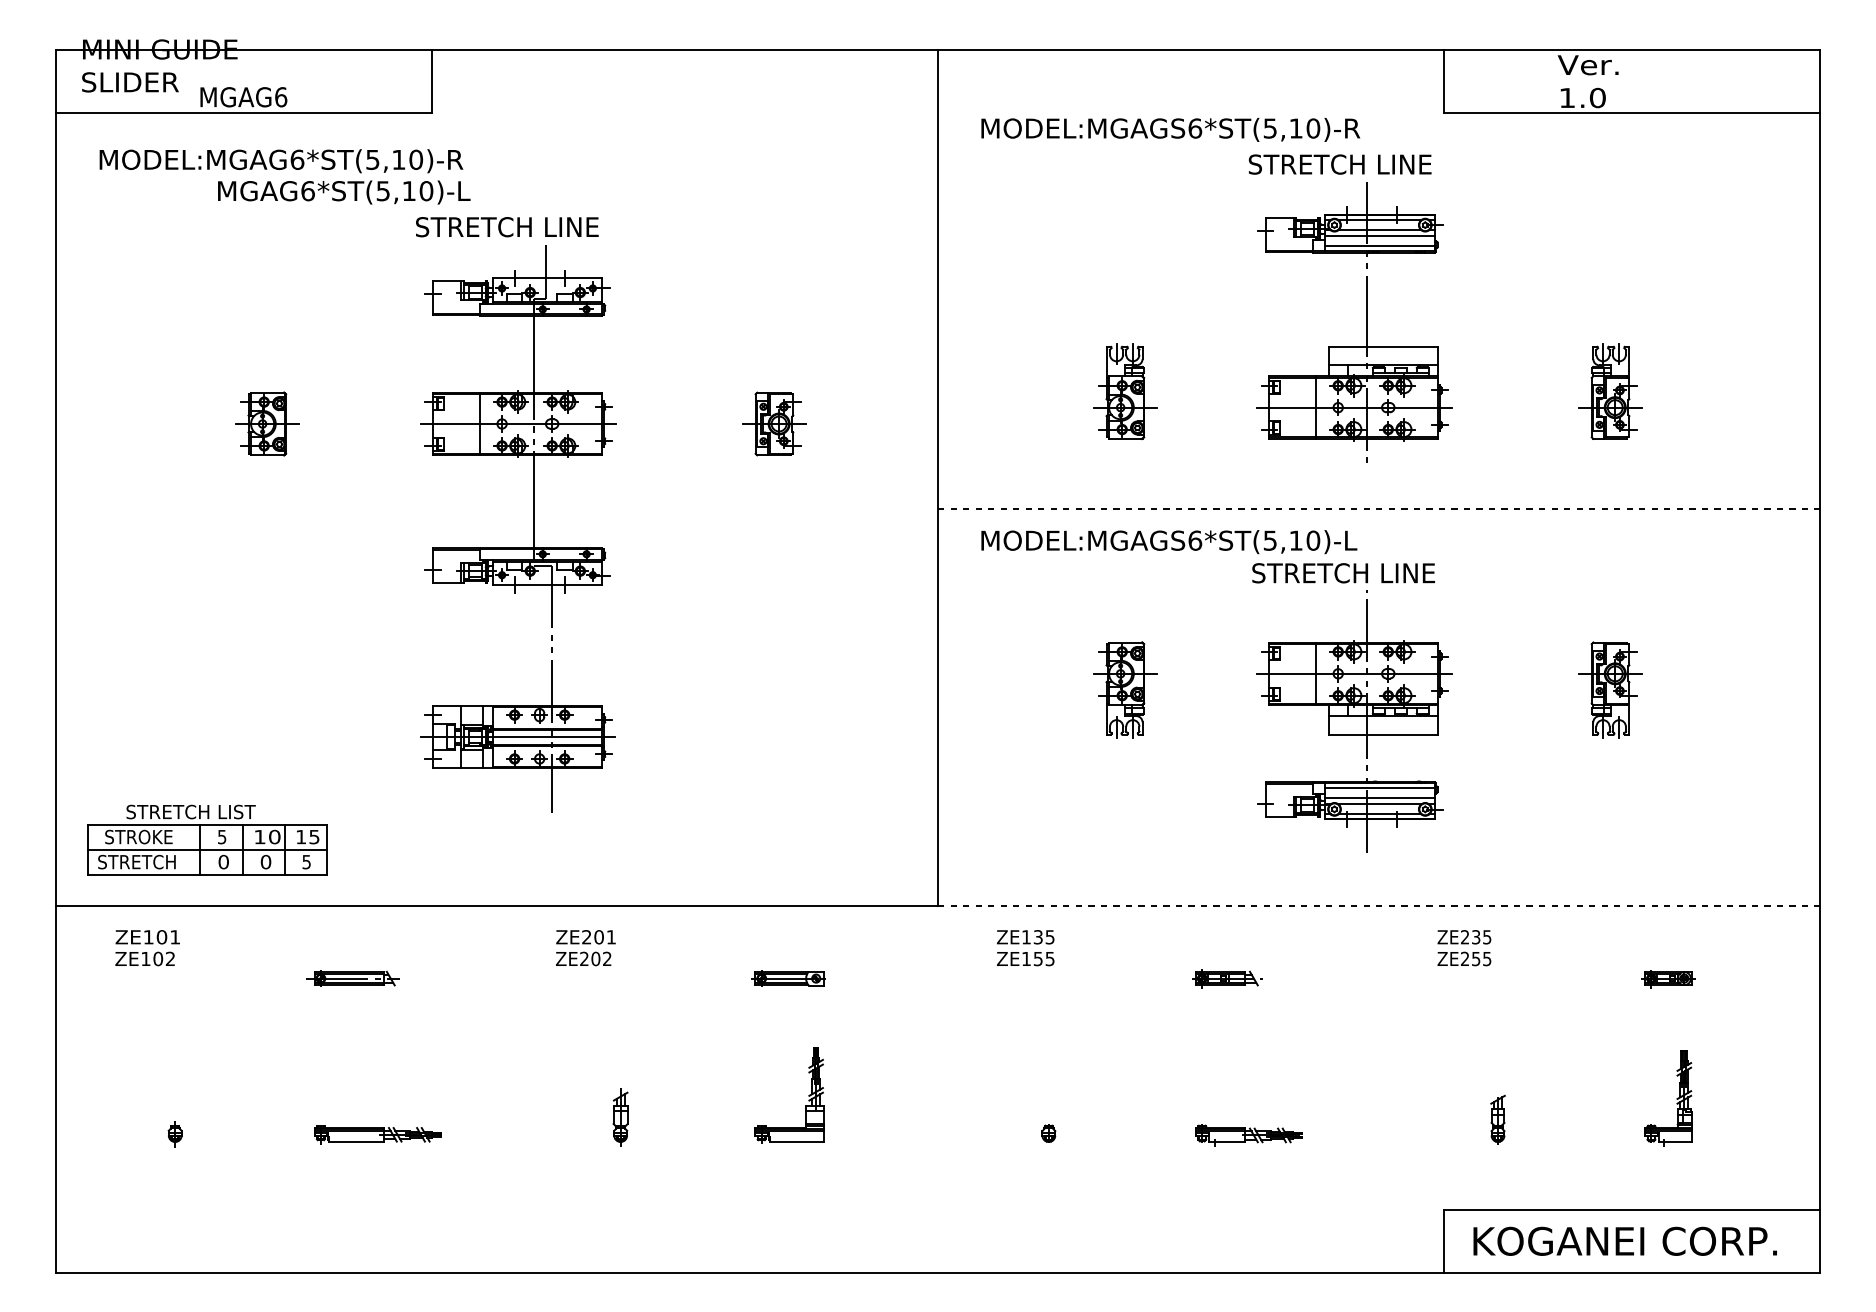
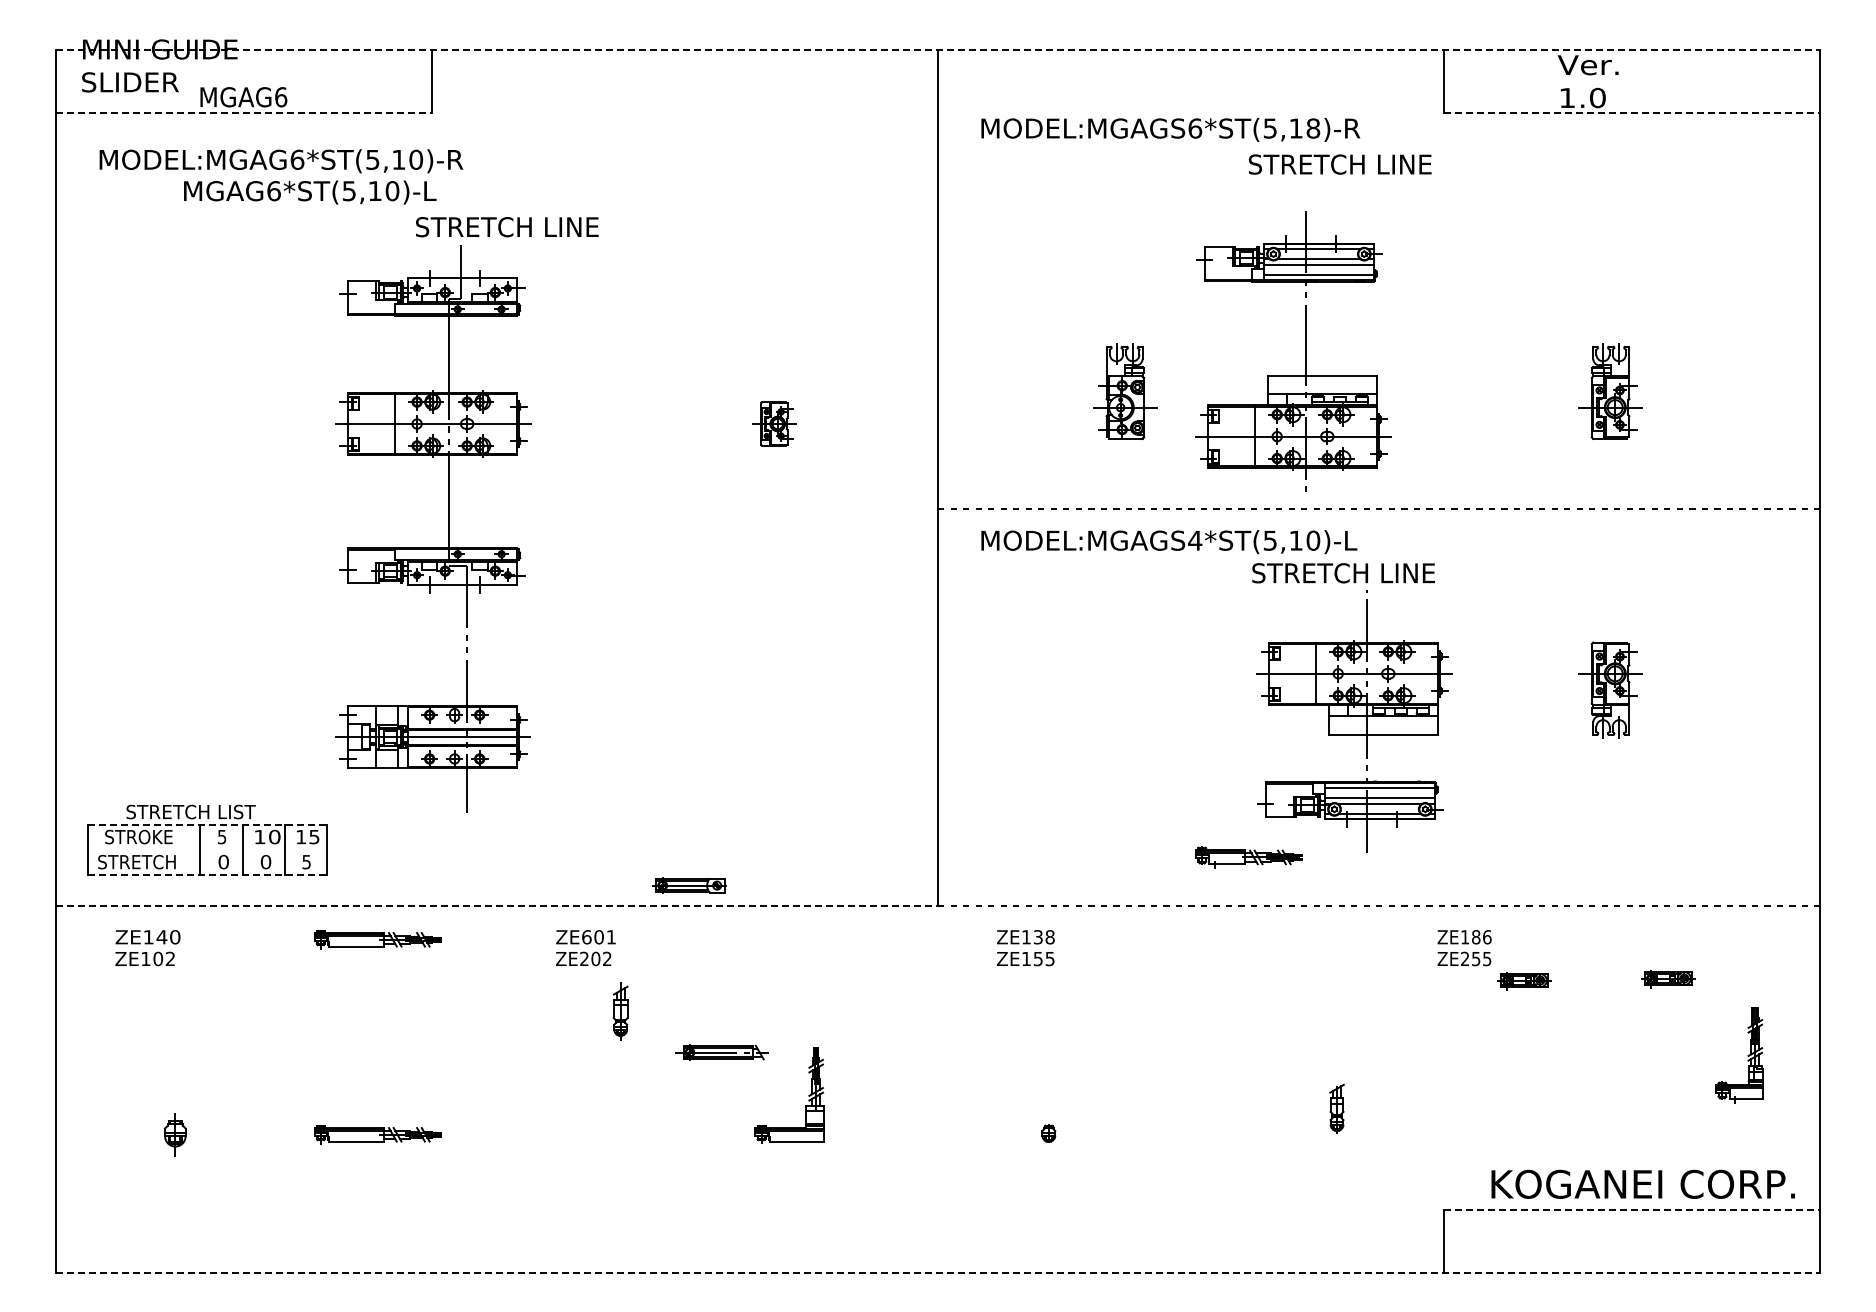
line at (938, 50): solid -> dashed
line at (244, 112): solid -> dashed
line at (1631, 112): solid -> dashed
text at (1313, 128): MODEL:MGAGS6*ST(5,10)-R -> MODEL:MGAGS6*ST(5,18)-R
text at (344, 192) position: (344, 192) -> (310, 192)
part at (1366, 322) position: (1366, 322) -> (1305, 351)
part at (267, 423): present -> none
part at (774, 423) size: 65x66 px -> 45x46 px
part at (533, 528) position: (533, 528) -> (448, 528)
text at (1195, 540): MODEL:MGAGS6*ST(5,10)-L -> MODEL:MGAGS4*ST(5,10)-L
part at (1125, 689): present -> none
line at (207, 824): solid -> dashed
line at (207, 849): present -> none
line at (207, 874): solid -> dashed
line at (497, 905): solid -> dashed
text at (168, 937): ZE101 -> ZE140
text at (586, 937): ZE201 -> ZE601
text at (1049, 937): ZE135 -> ZE138
text at (1476, 937): ZE235 -> ZE186
part at (377, 939): none -> present
part at (352, 978) position: (352, 978) -> (721, 1052)
part at (788, 978) position: (788, 978) -> (689, 885)
part at (1227, 978): present -> none
part at (1524, 981): none -> present
part at (1676, 1098) position: (1676, 1098) -> (1747, 1055)
part at (620, 1117) position: (620, 1117) -> (620, 1011)
part at (1497, 1119) position: (1497, 1119) -> (1336, 1108)
part at (174, 1134) size: 16x27 px -> 23x44 px
part at (1248, 1135) position: (1248, 1135) -> (1248, 857)
line at (1631, 1210): solid -> dashed
text at (1624, 1240) position: (1624, 1240) -> (1642, 1183)
line at (938, 1272): solid -> dashed
